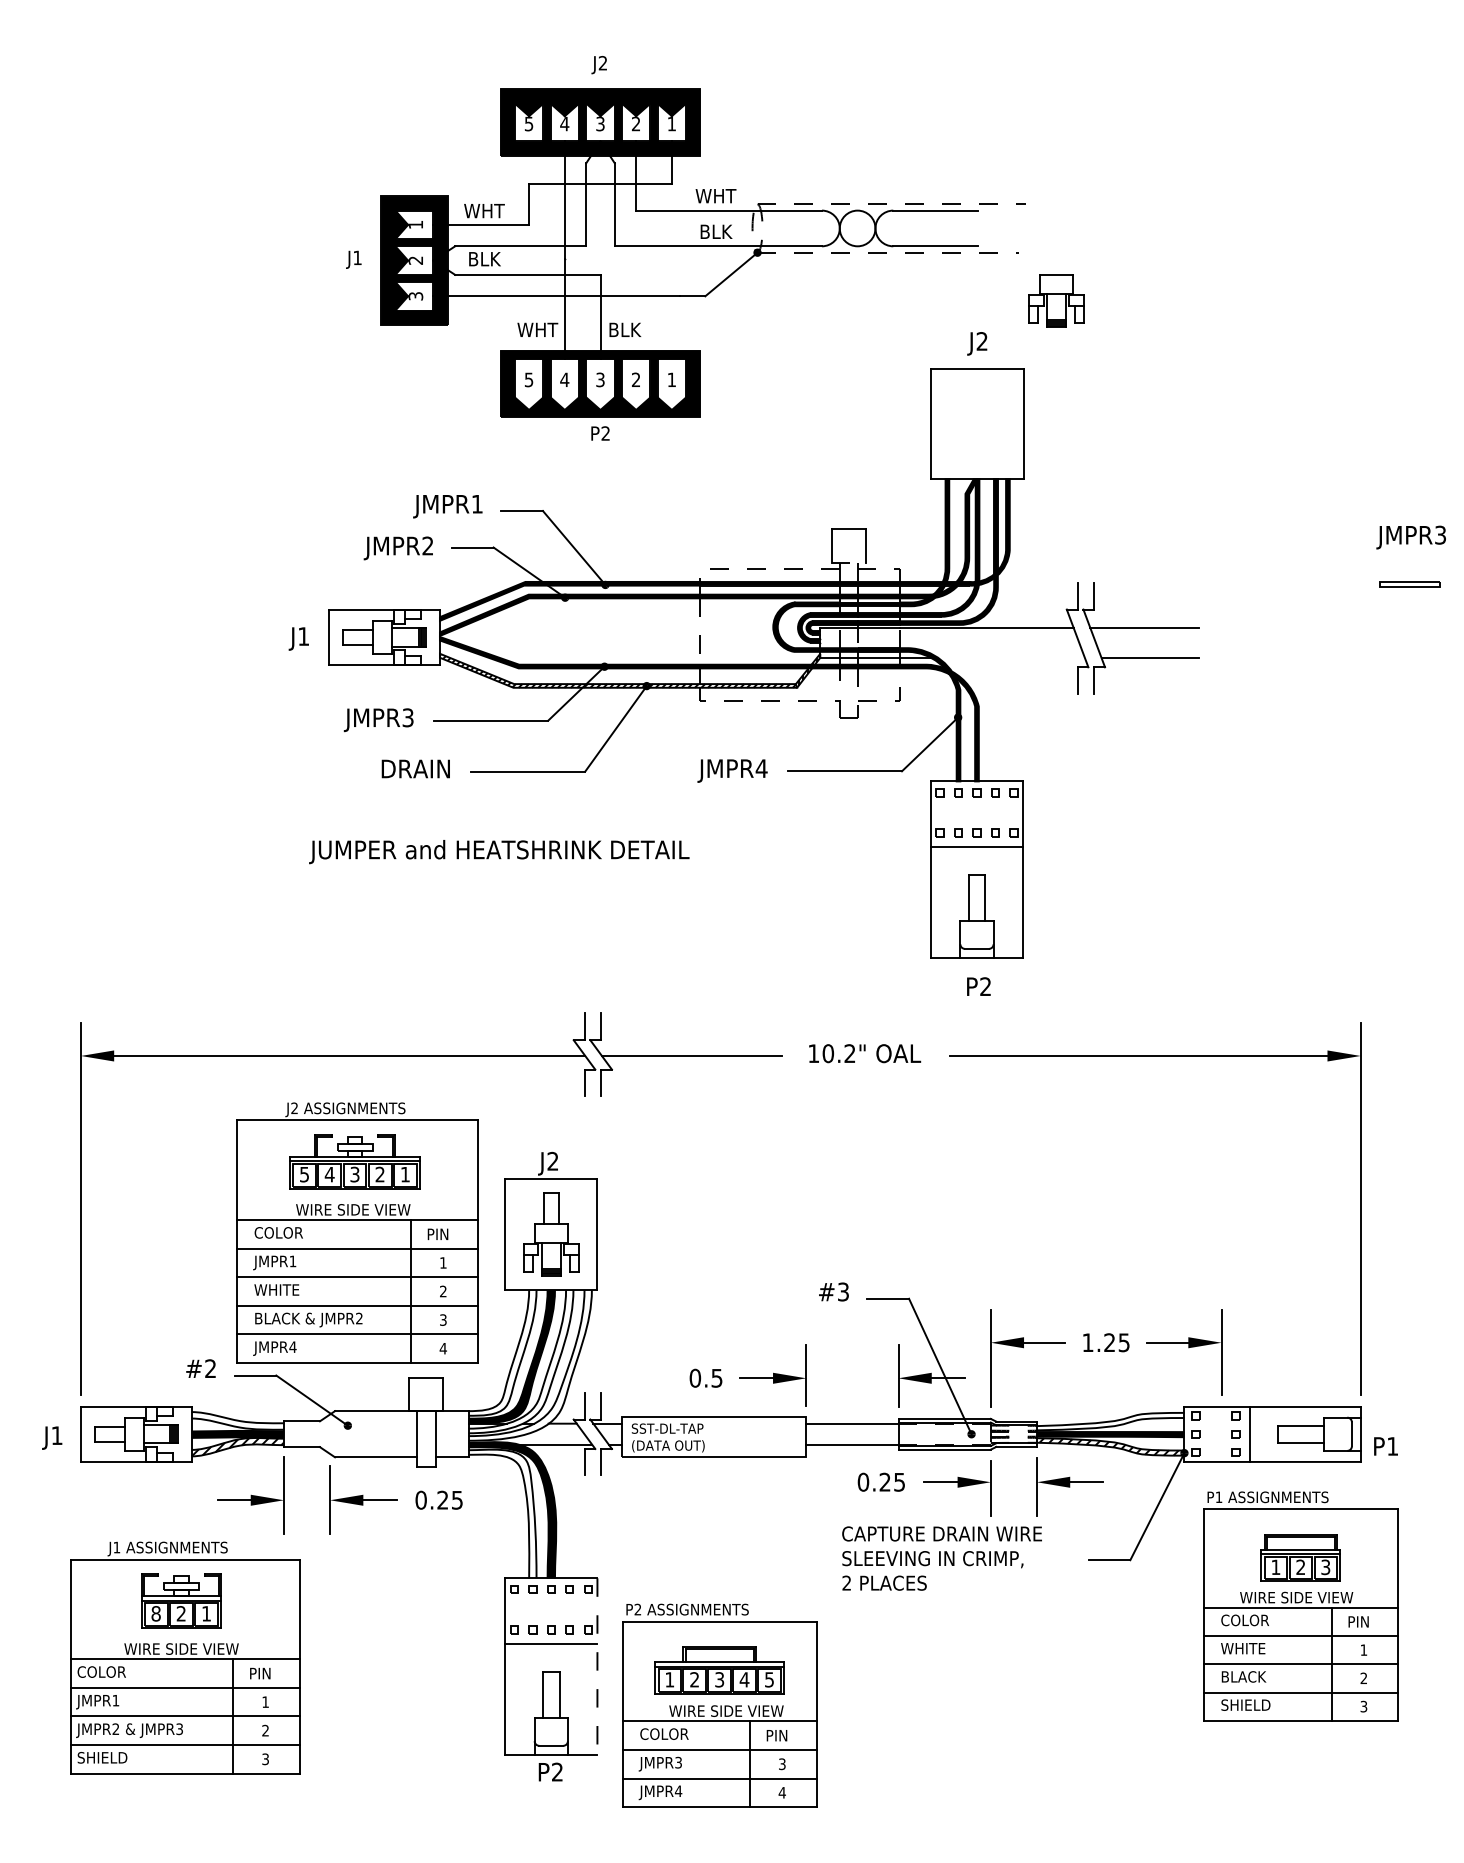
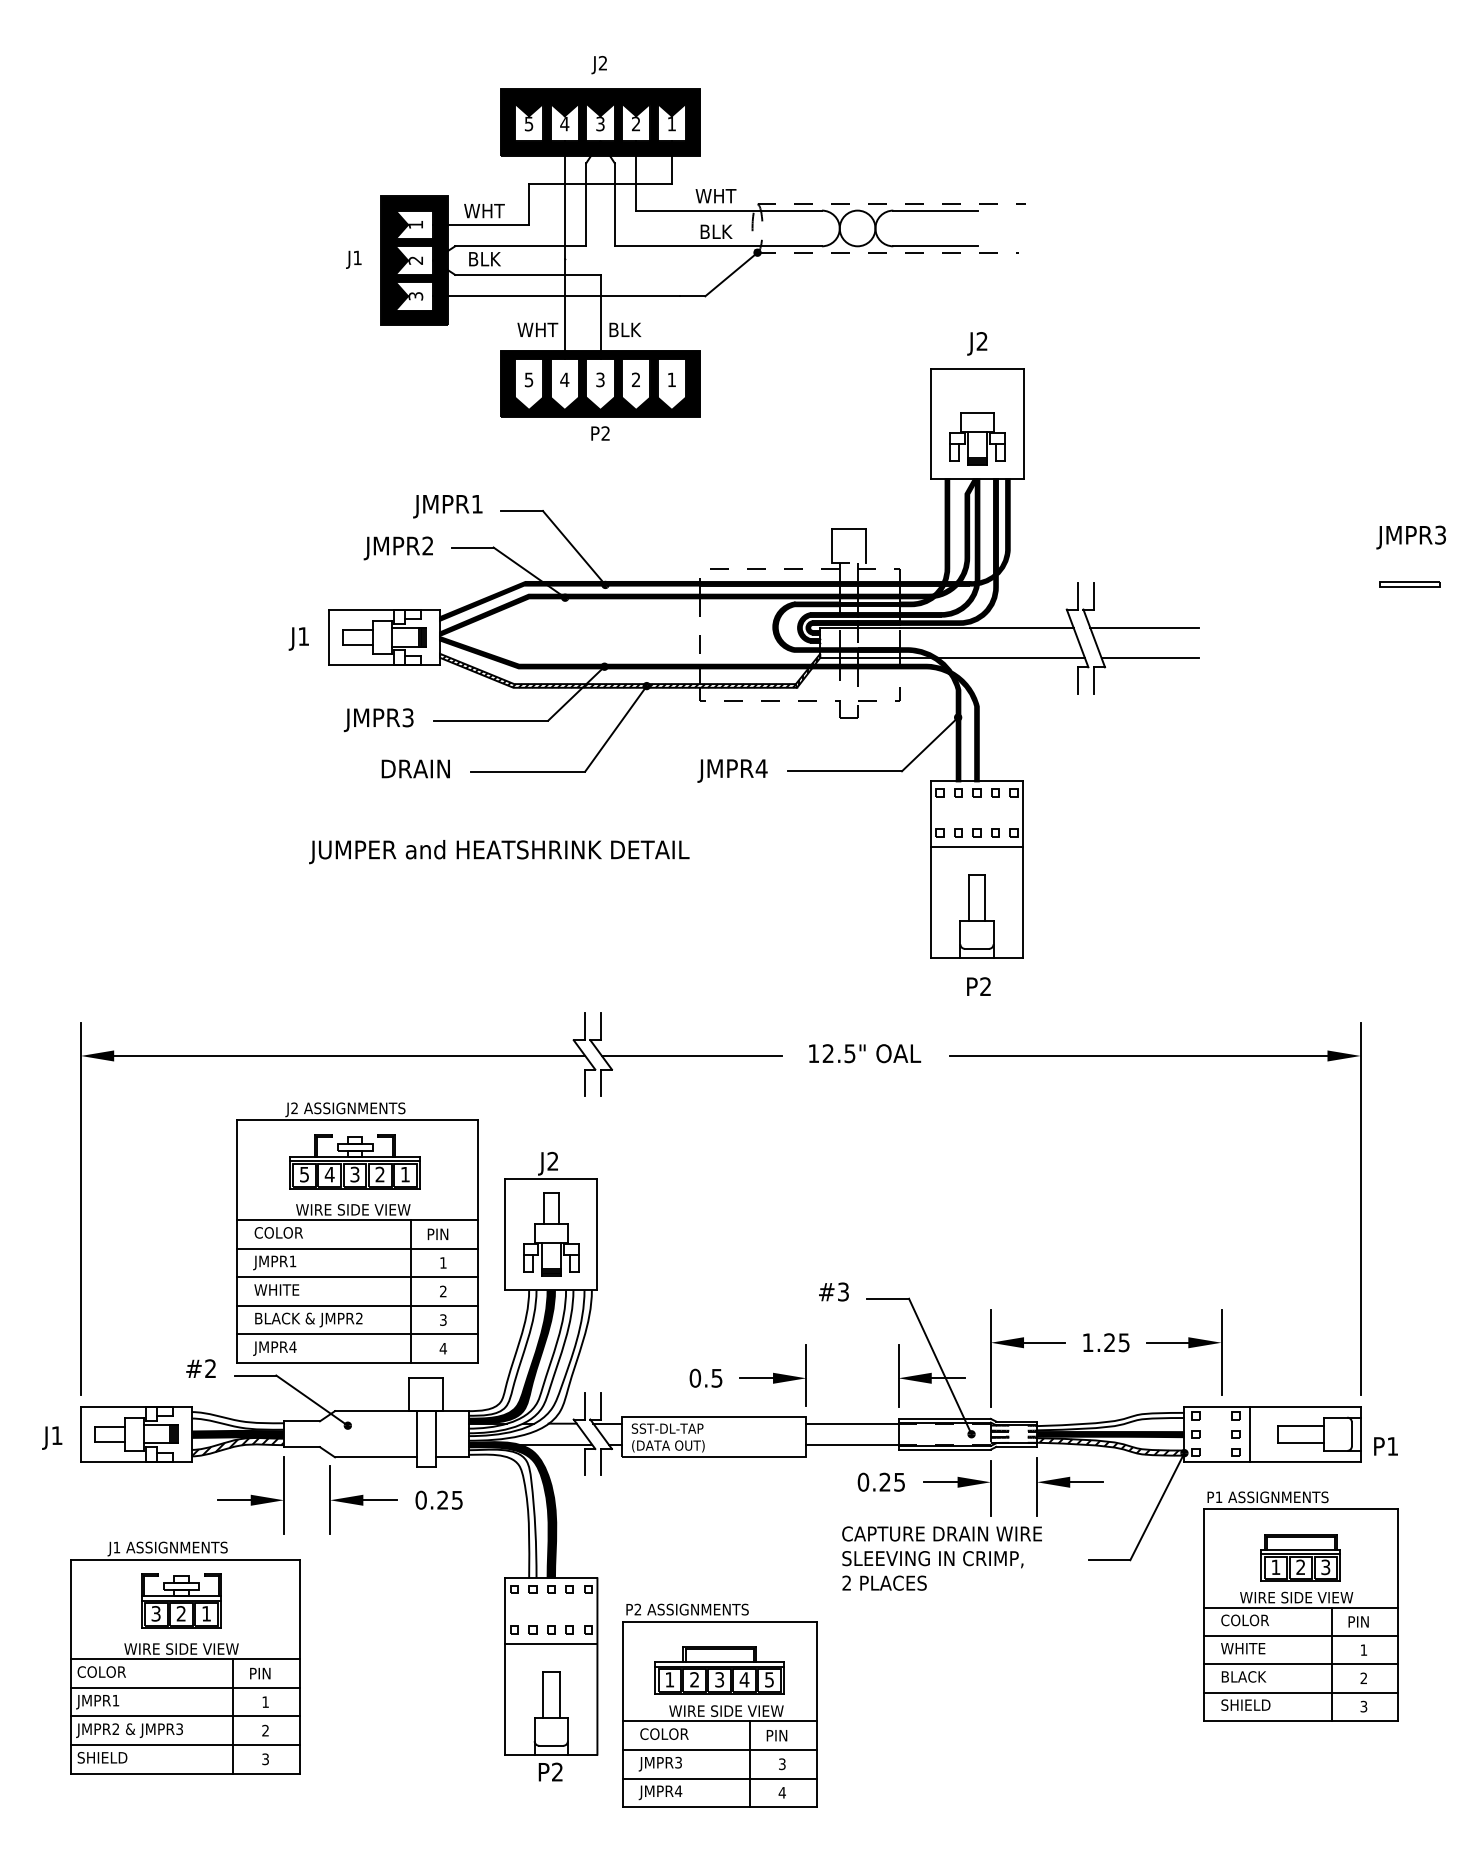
part at (1056, 300) position: (1056, 300) -> (977, 438)
line at (1011, 657): none -> present
text at (838, 1053): 10.2" -> 12.5"
text at (155, 1613): 8 -> 3
line at (597, 1666): dashed -> solid
